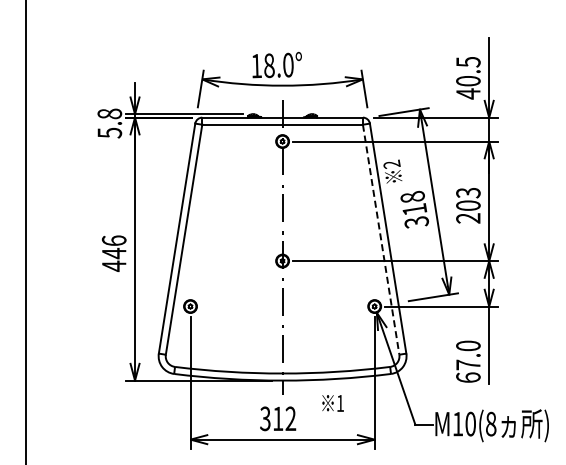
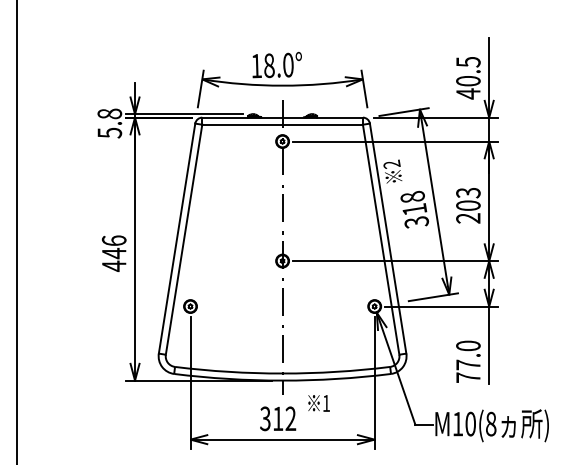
line at (25, 231) position: (25, 231) -> (16, 231)
line at (381, 240): dashed -> solid
text at (468, 377): 67.0 -> 77.0
text at (332, 403) position: (332, 403) -> (318, 403)
